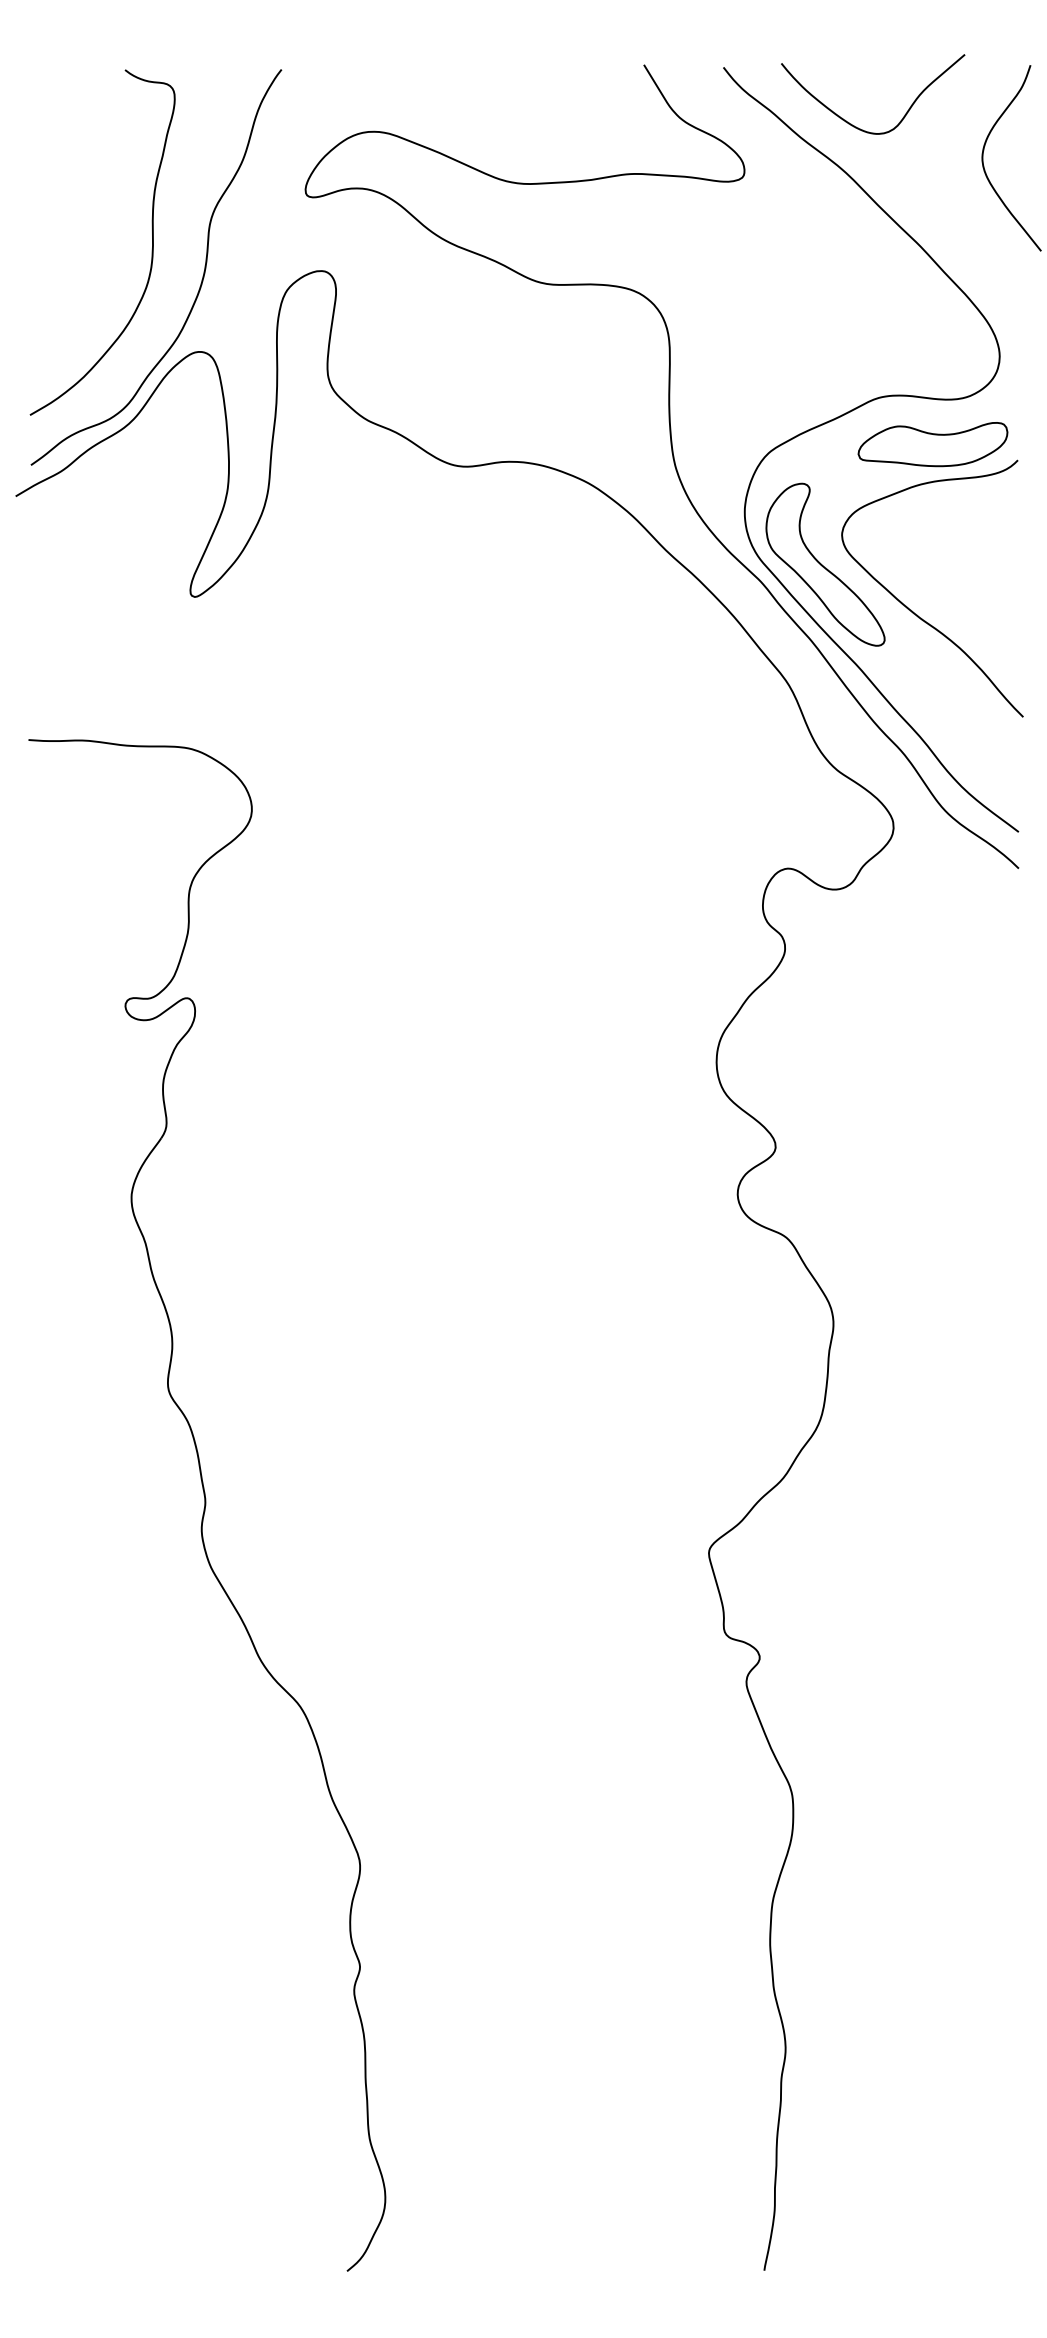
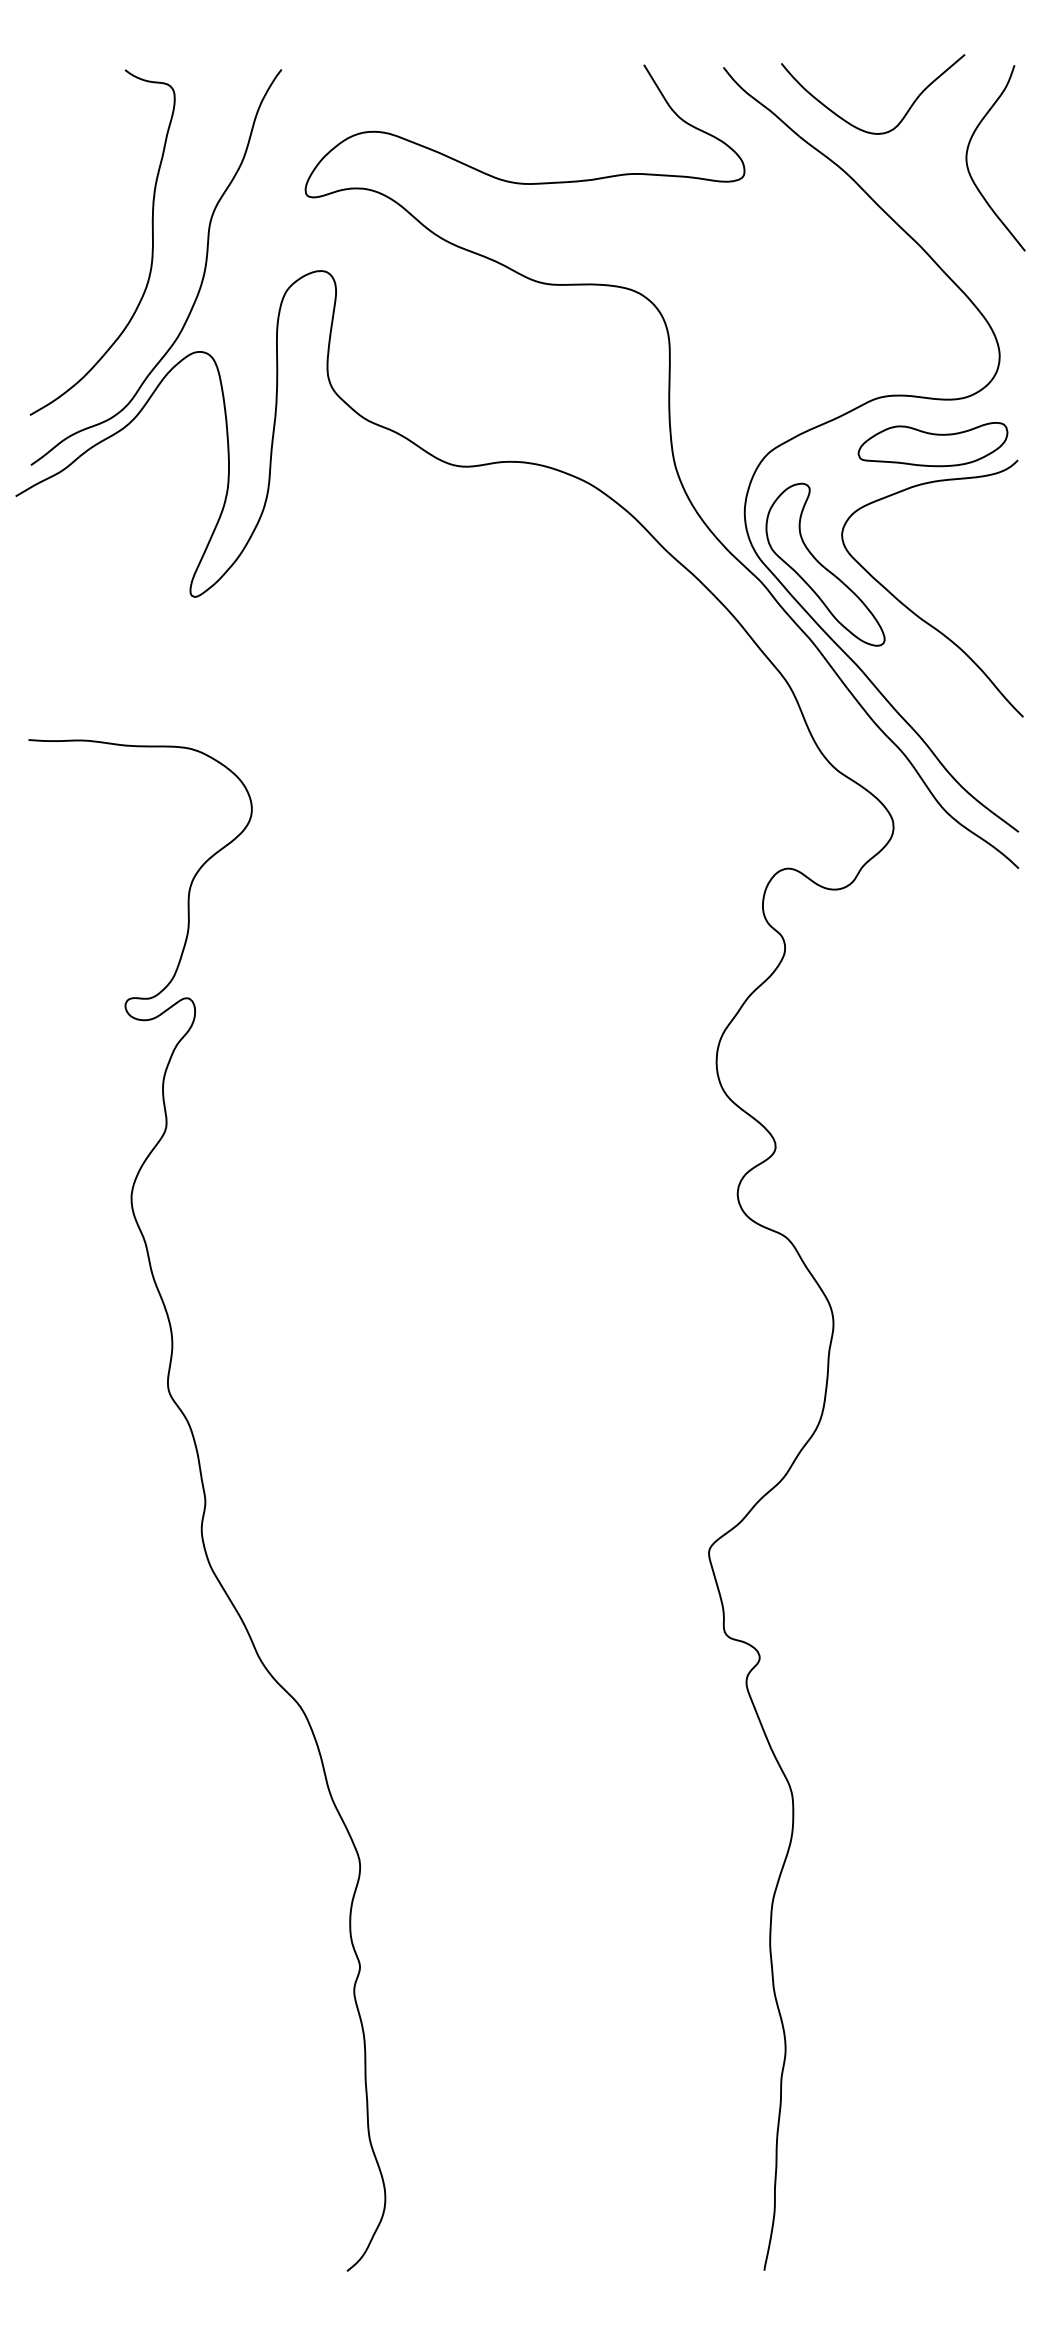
curve at (984, 165) position: (984, 165) -> (968, 165)
